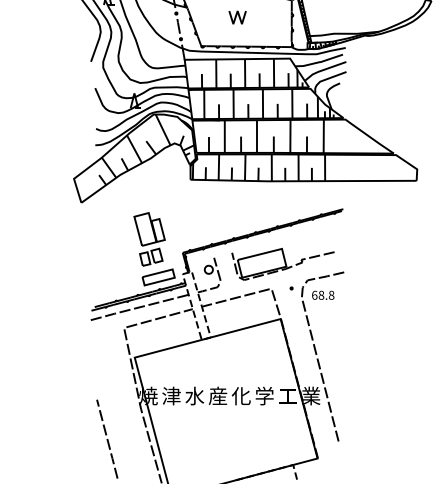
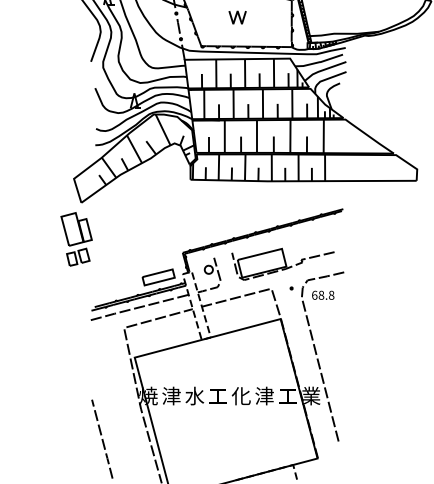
part at (149, 239) position: (149, 239) -> (76, 239)
text at (217, 395): 産 -> 工
text at (264, 395): 学 -> 津
part at (107, 438) position: (107, 438) -> (102, 438)
